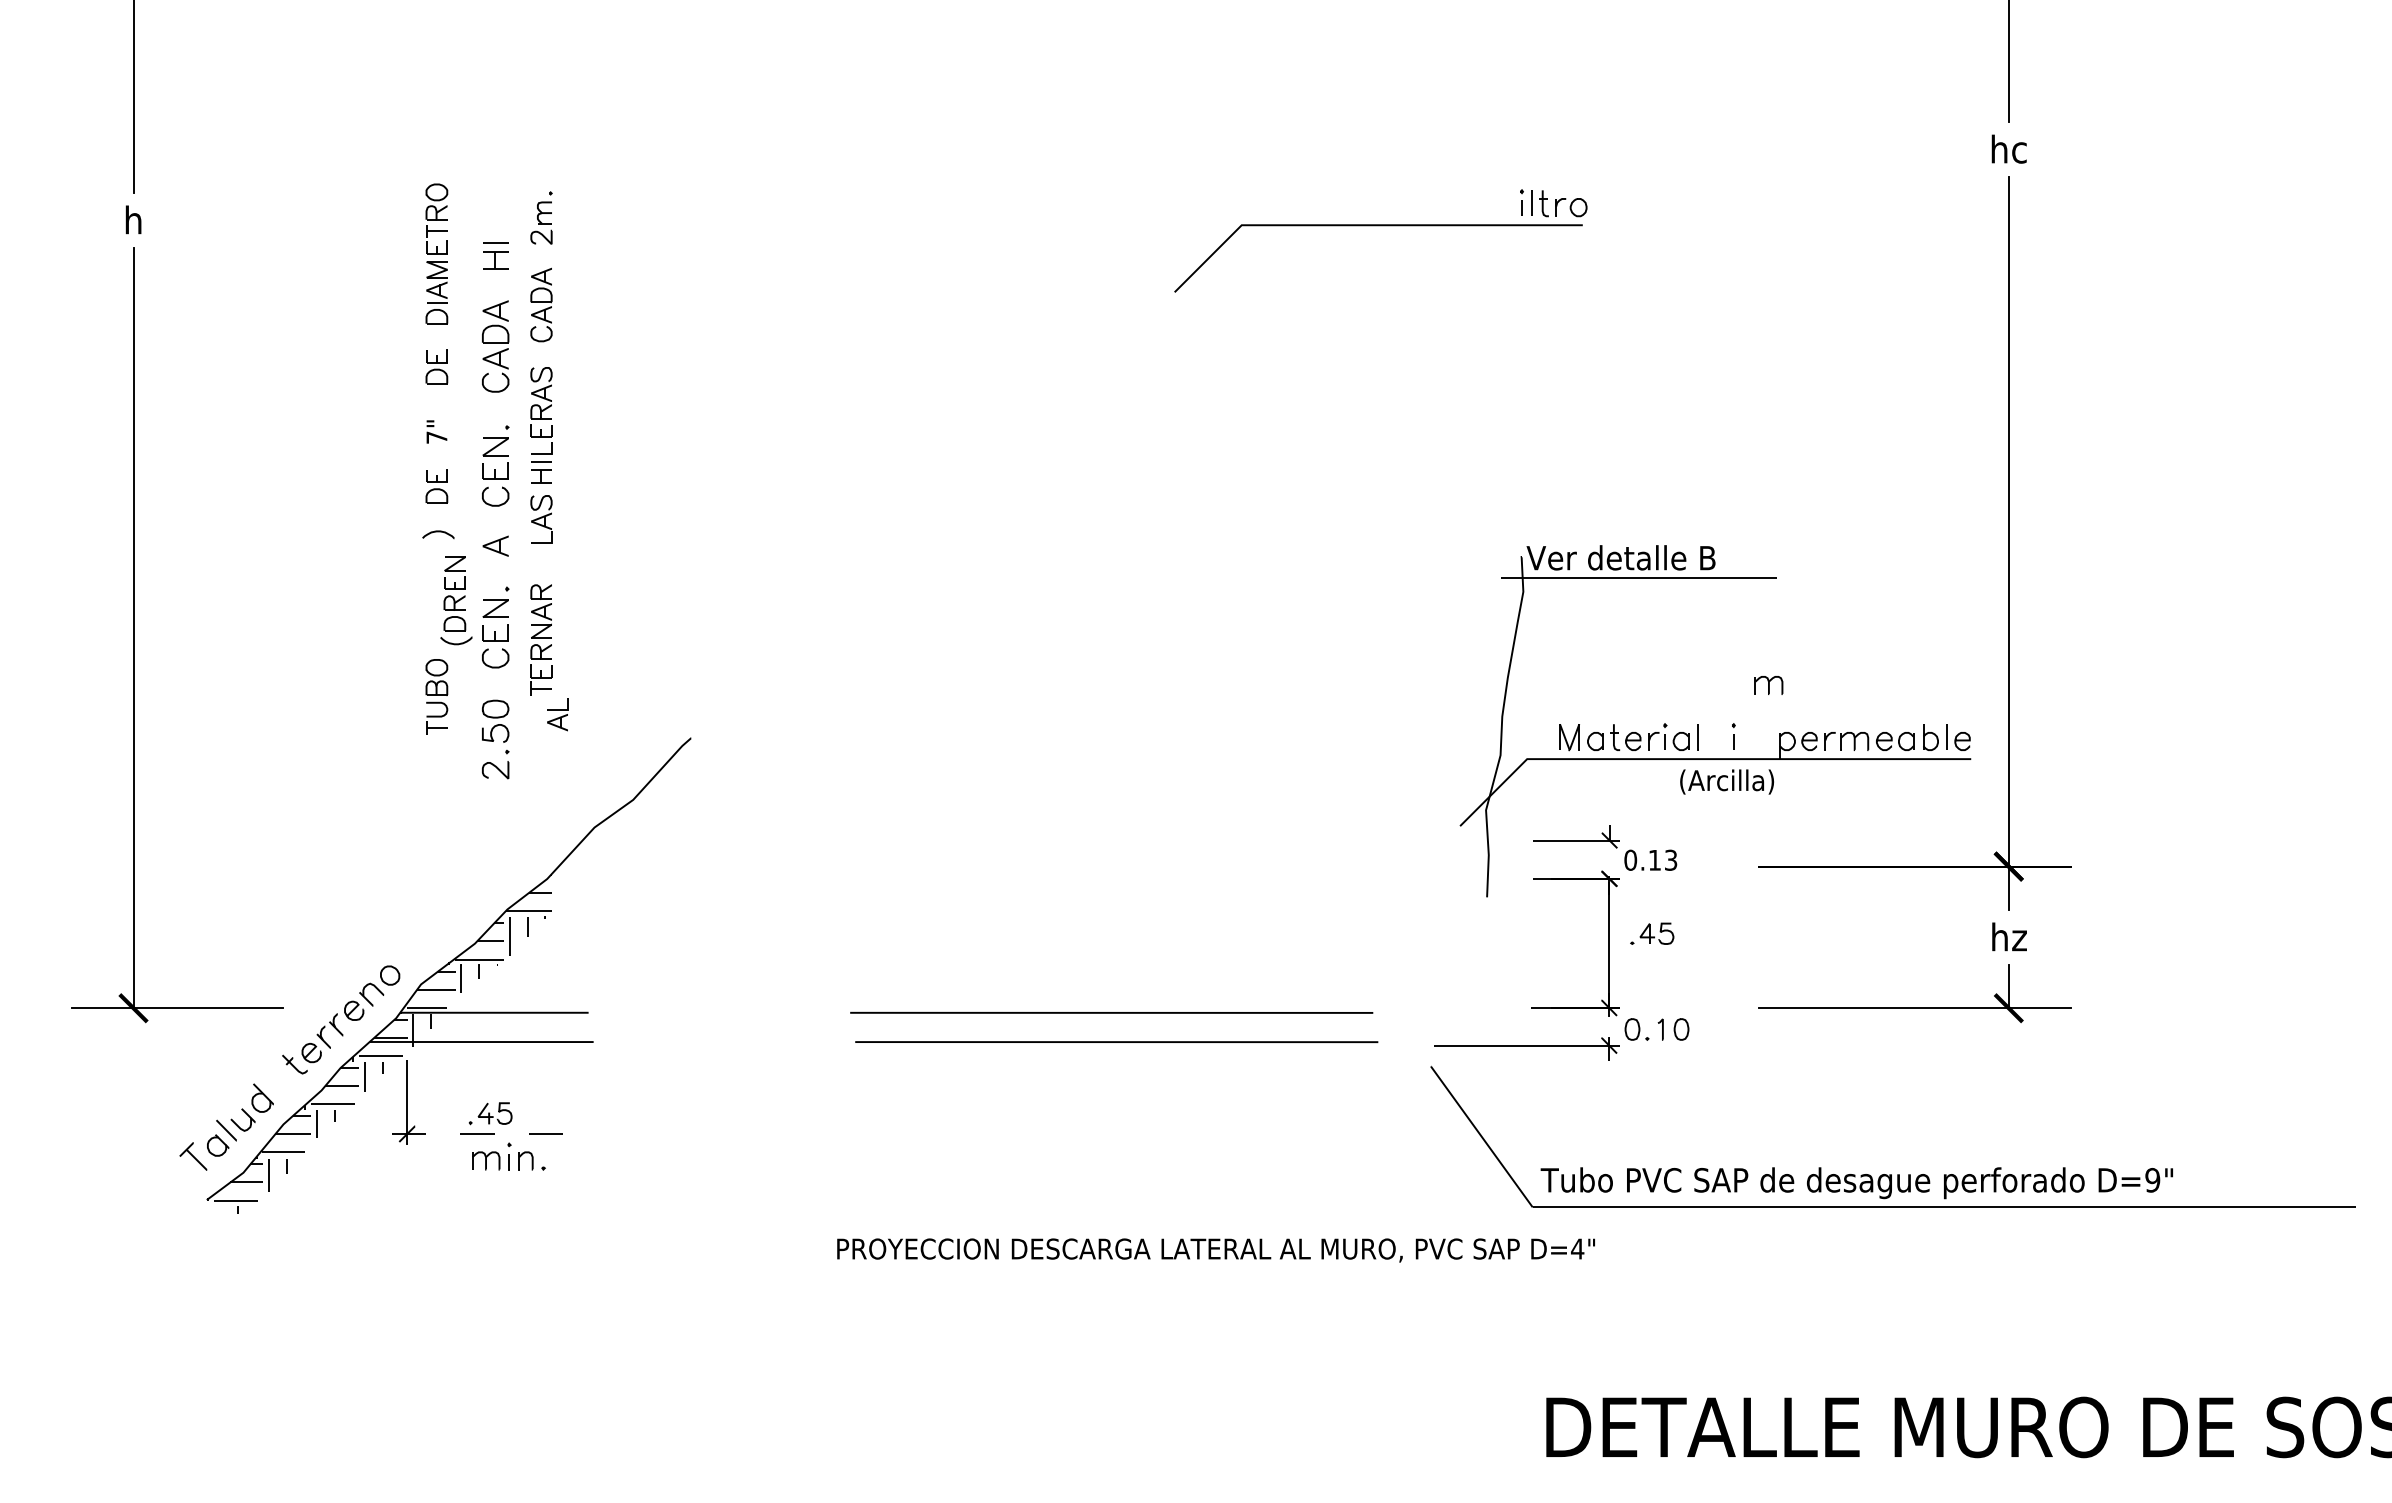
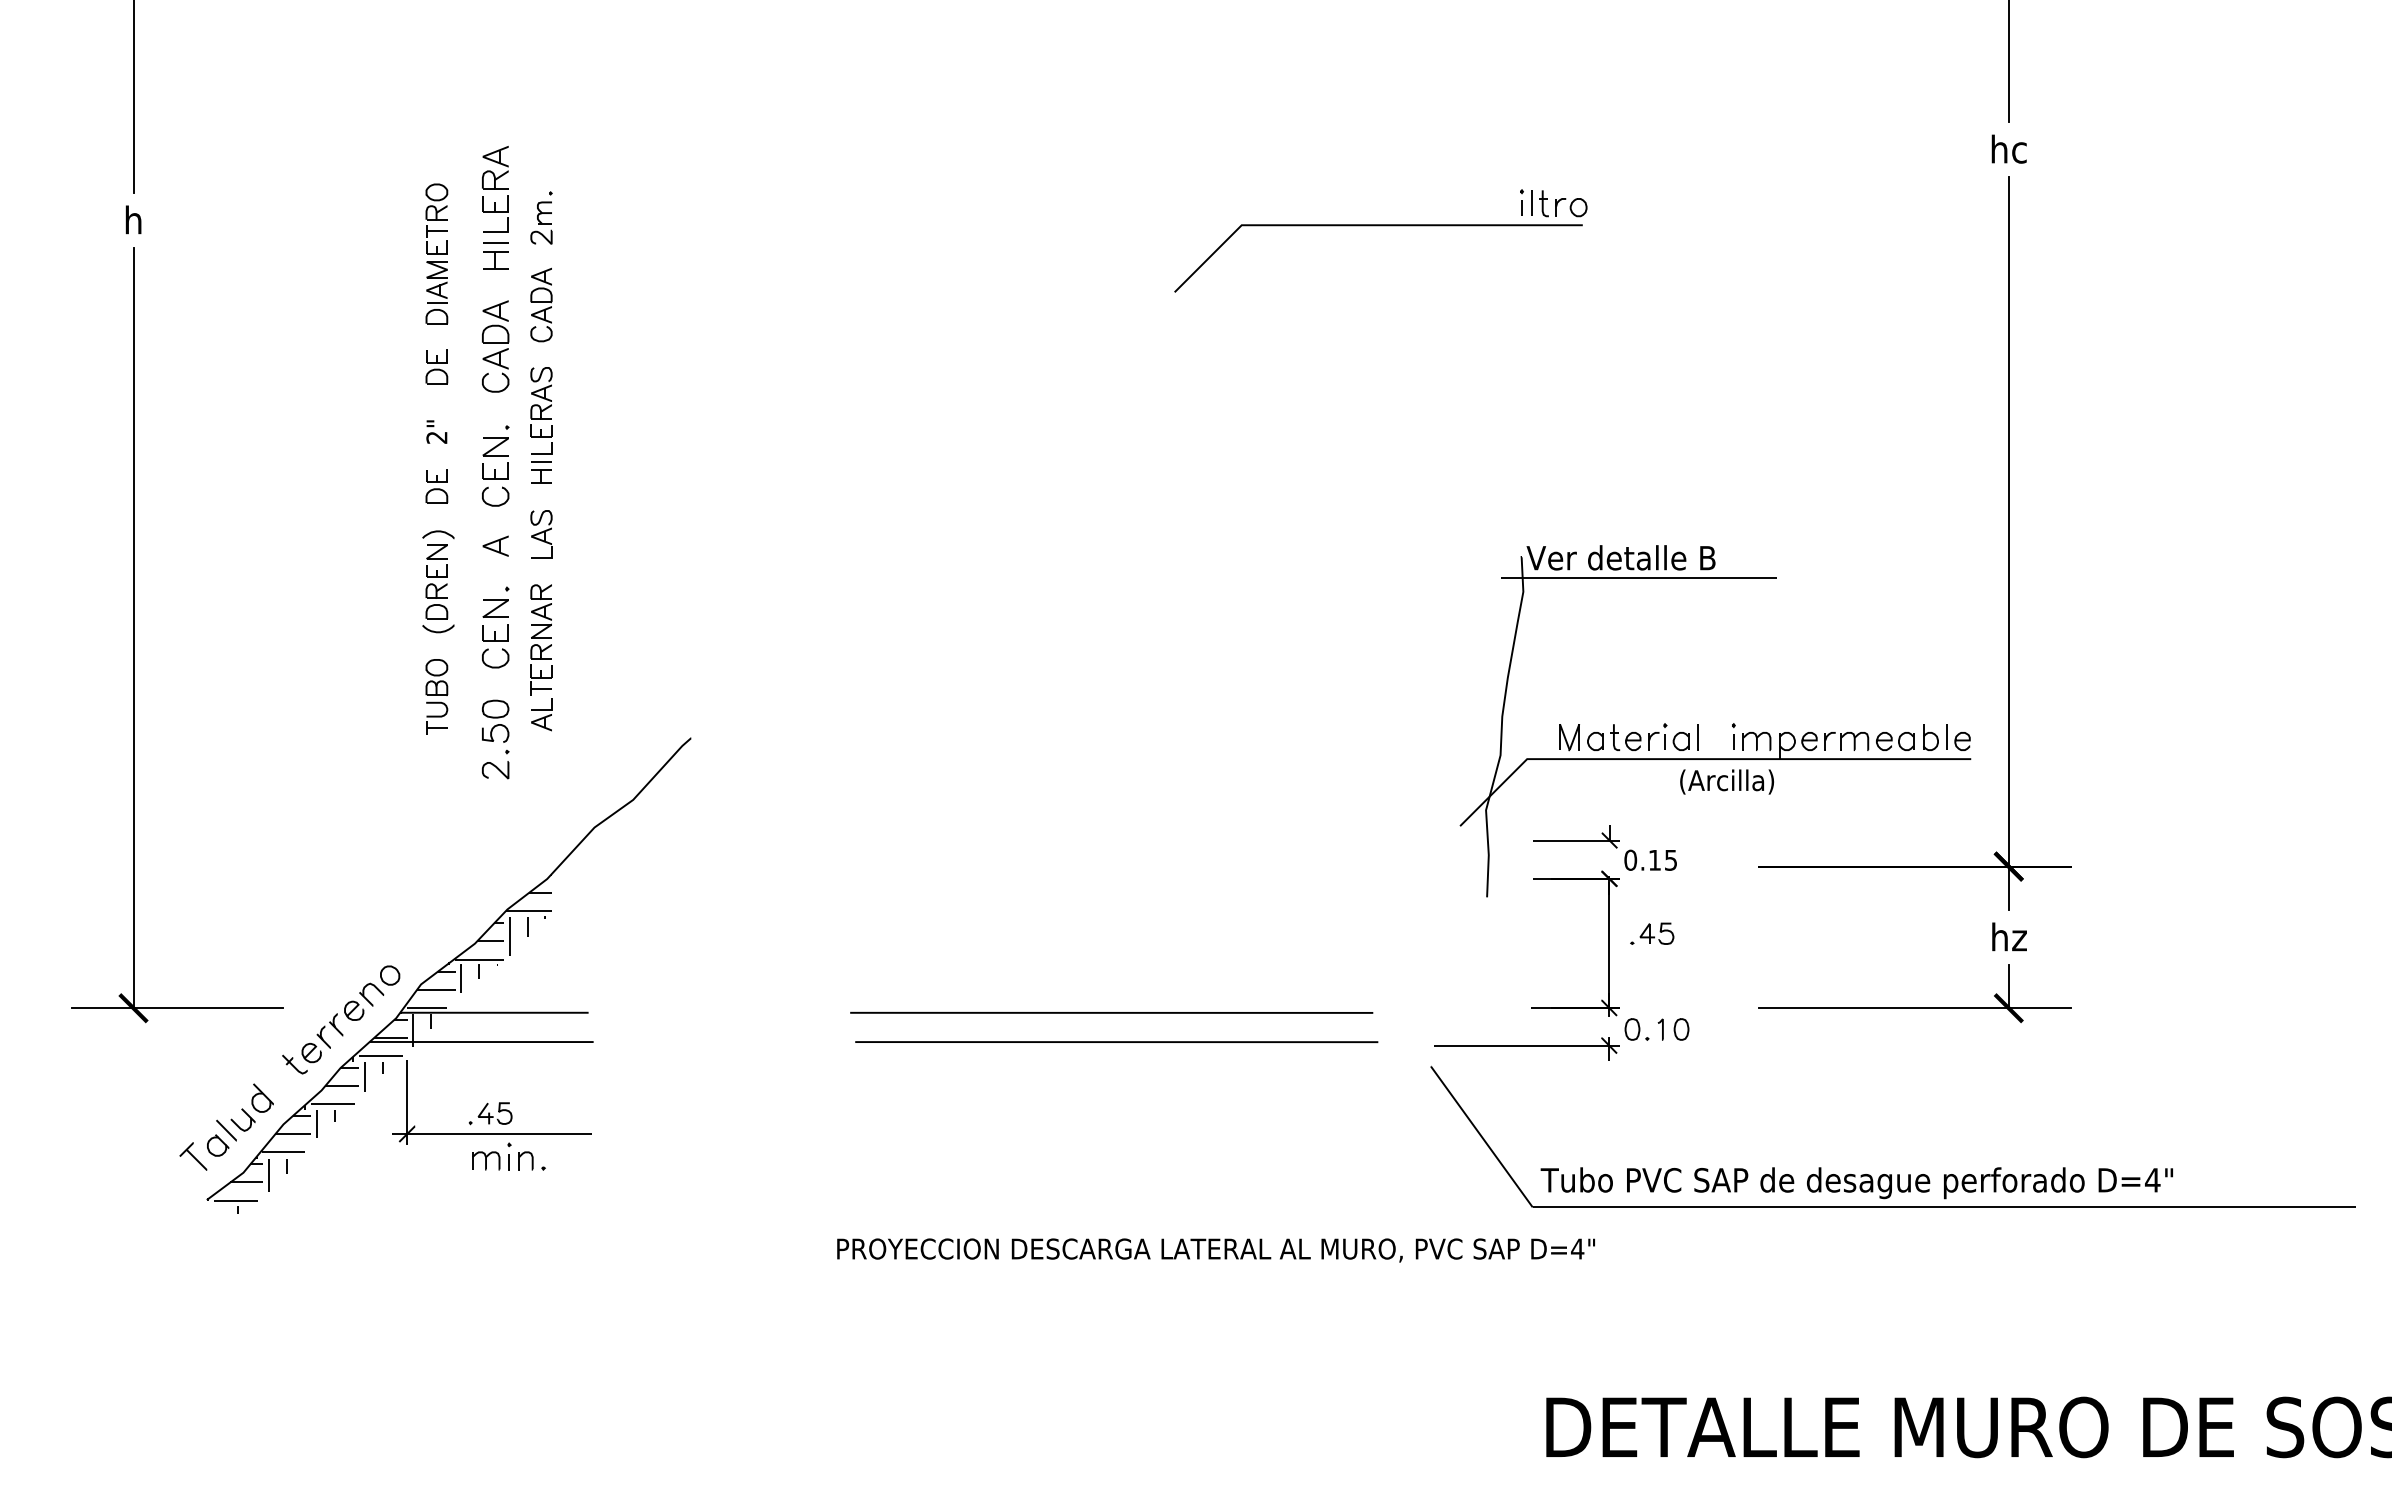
part at (495, 189): none -> present
text at (436, 437): 7" -> 2"
part at (541, 519) position: (541, 519) -> (541, 534)
part at (456, 600) position: (456, 600) -> (438, 588)
part at (1768, 685) position: (1768, 685) -> (1756, 741)
part at (557, 714) position: (557, 714) -> (541, 714)
text at (1671, 859): 0.13 -> 0.15
line at (493, 1134): dashed -> solid
text at (2152, 1179): D=9" -> D=4"
